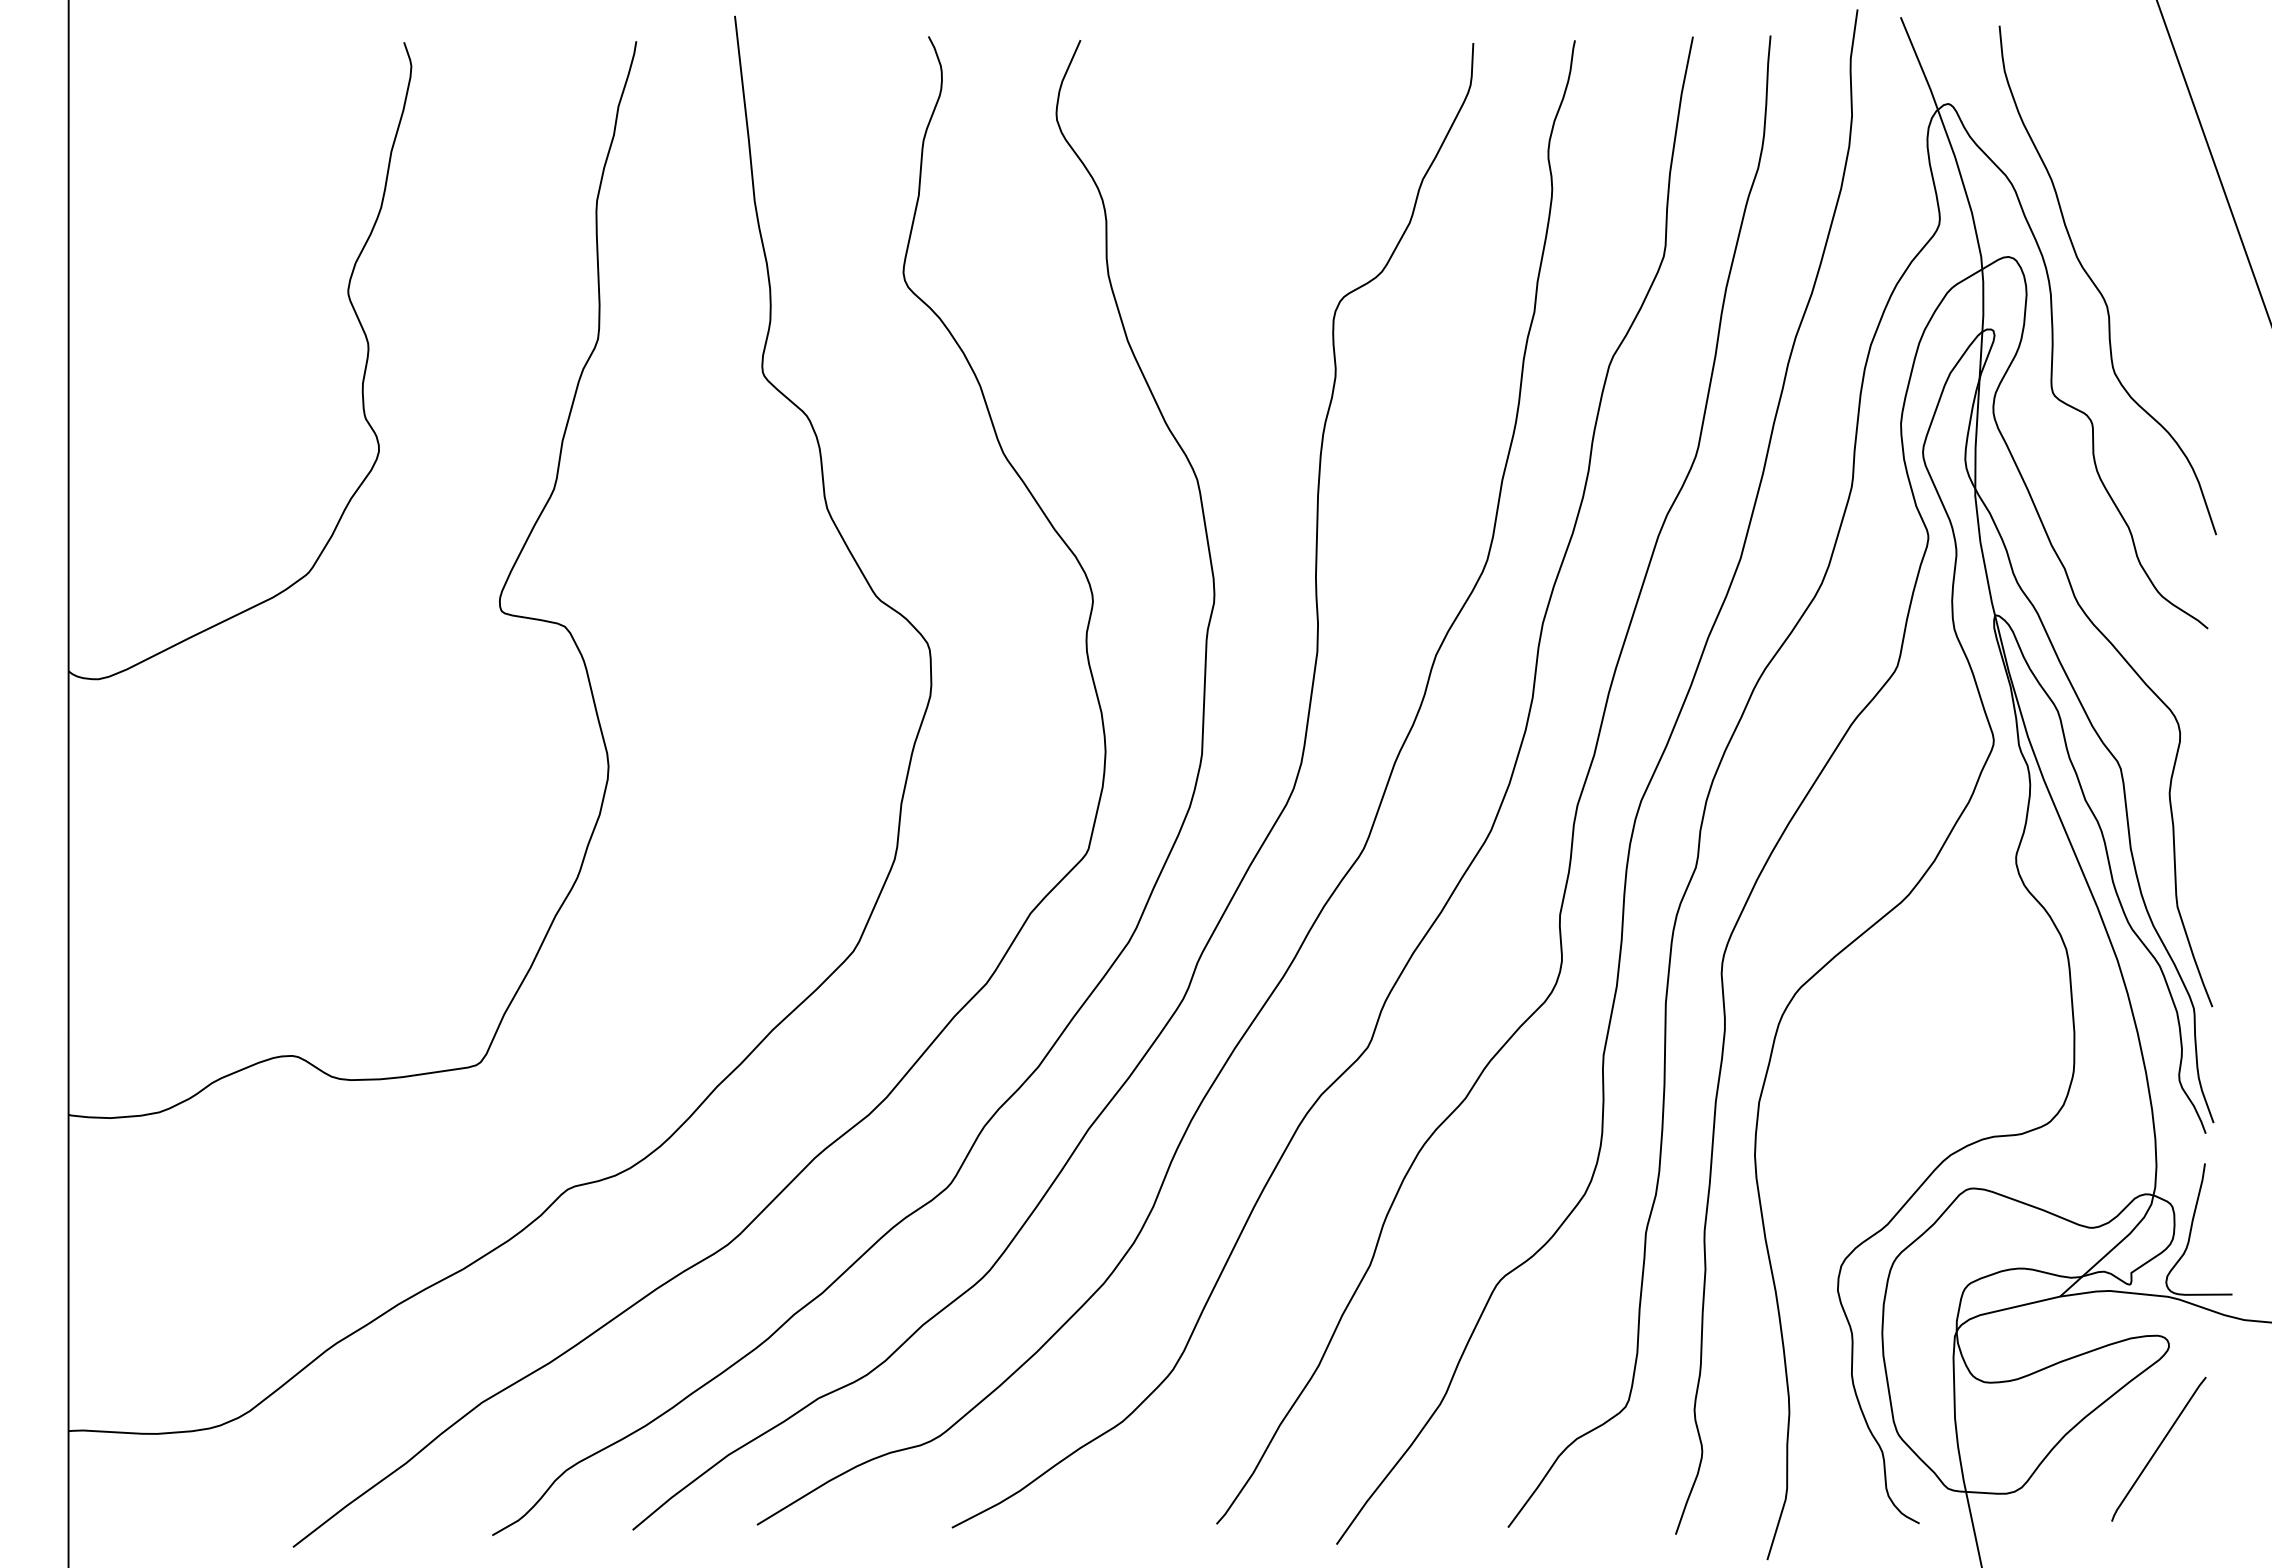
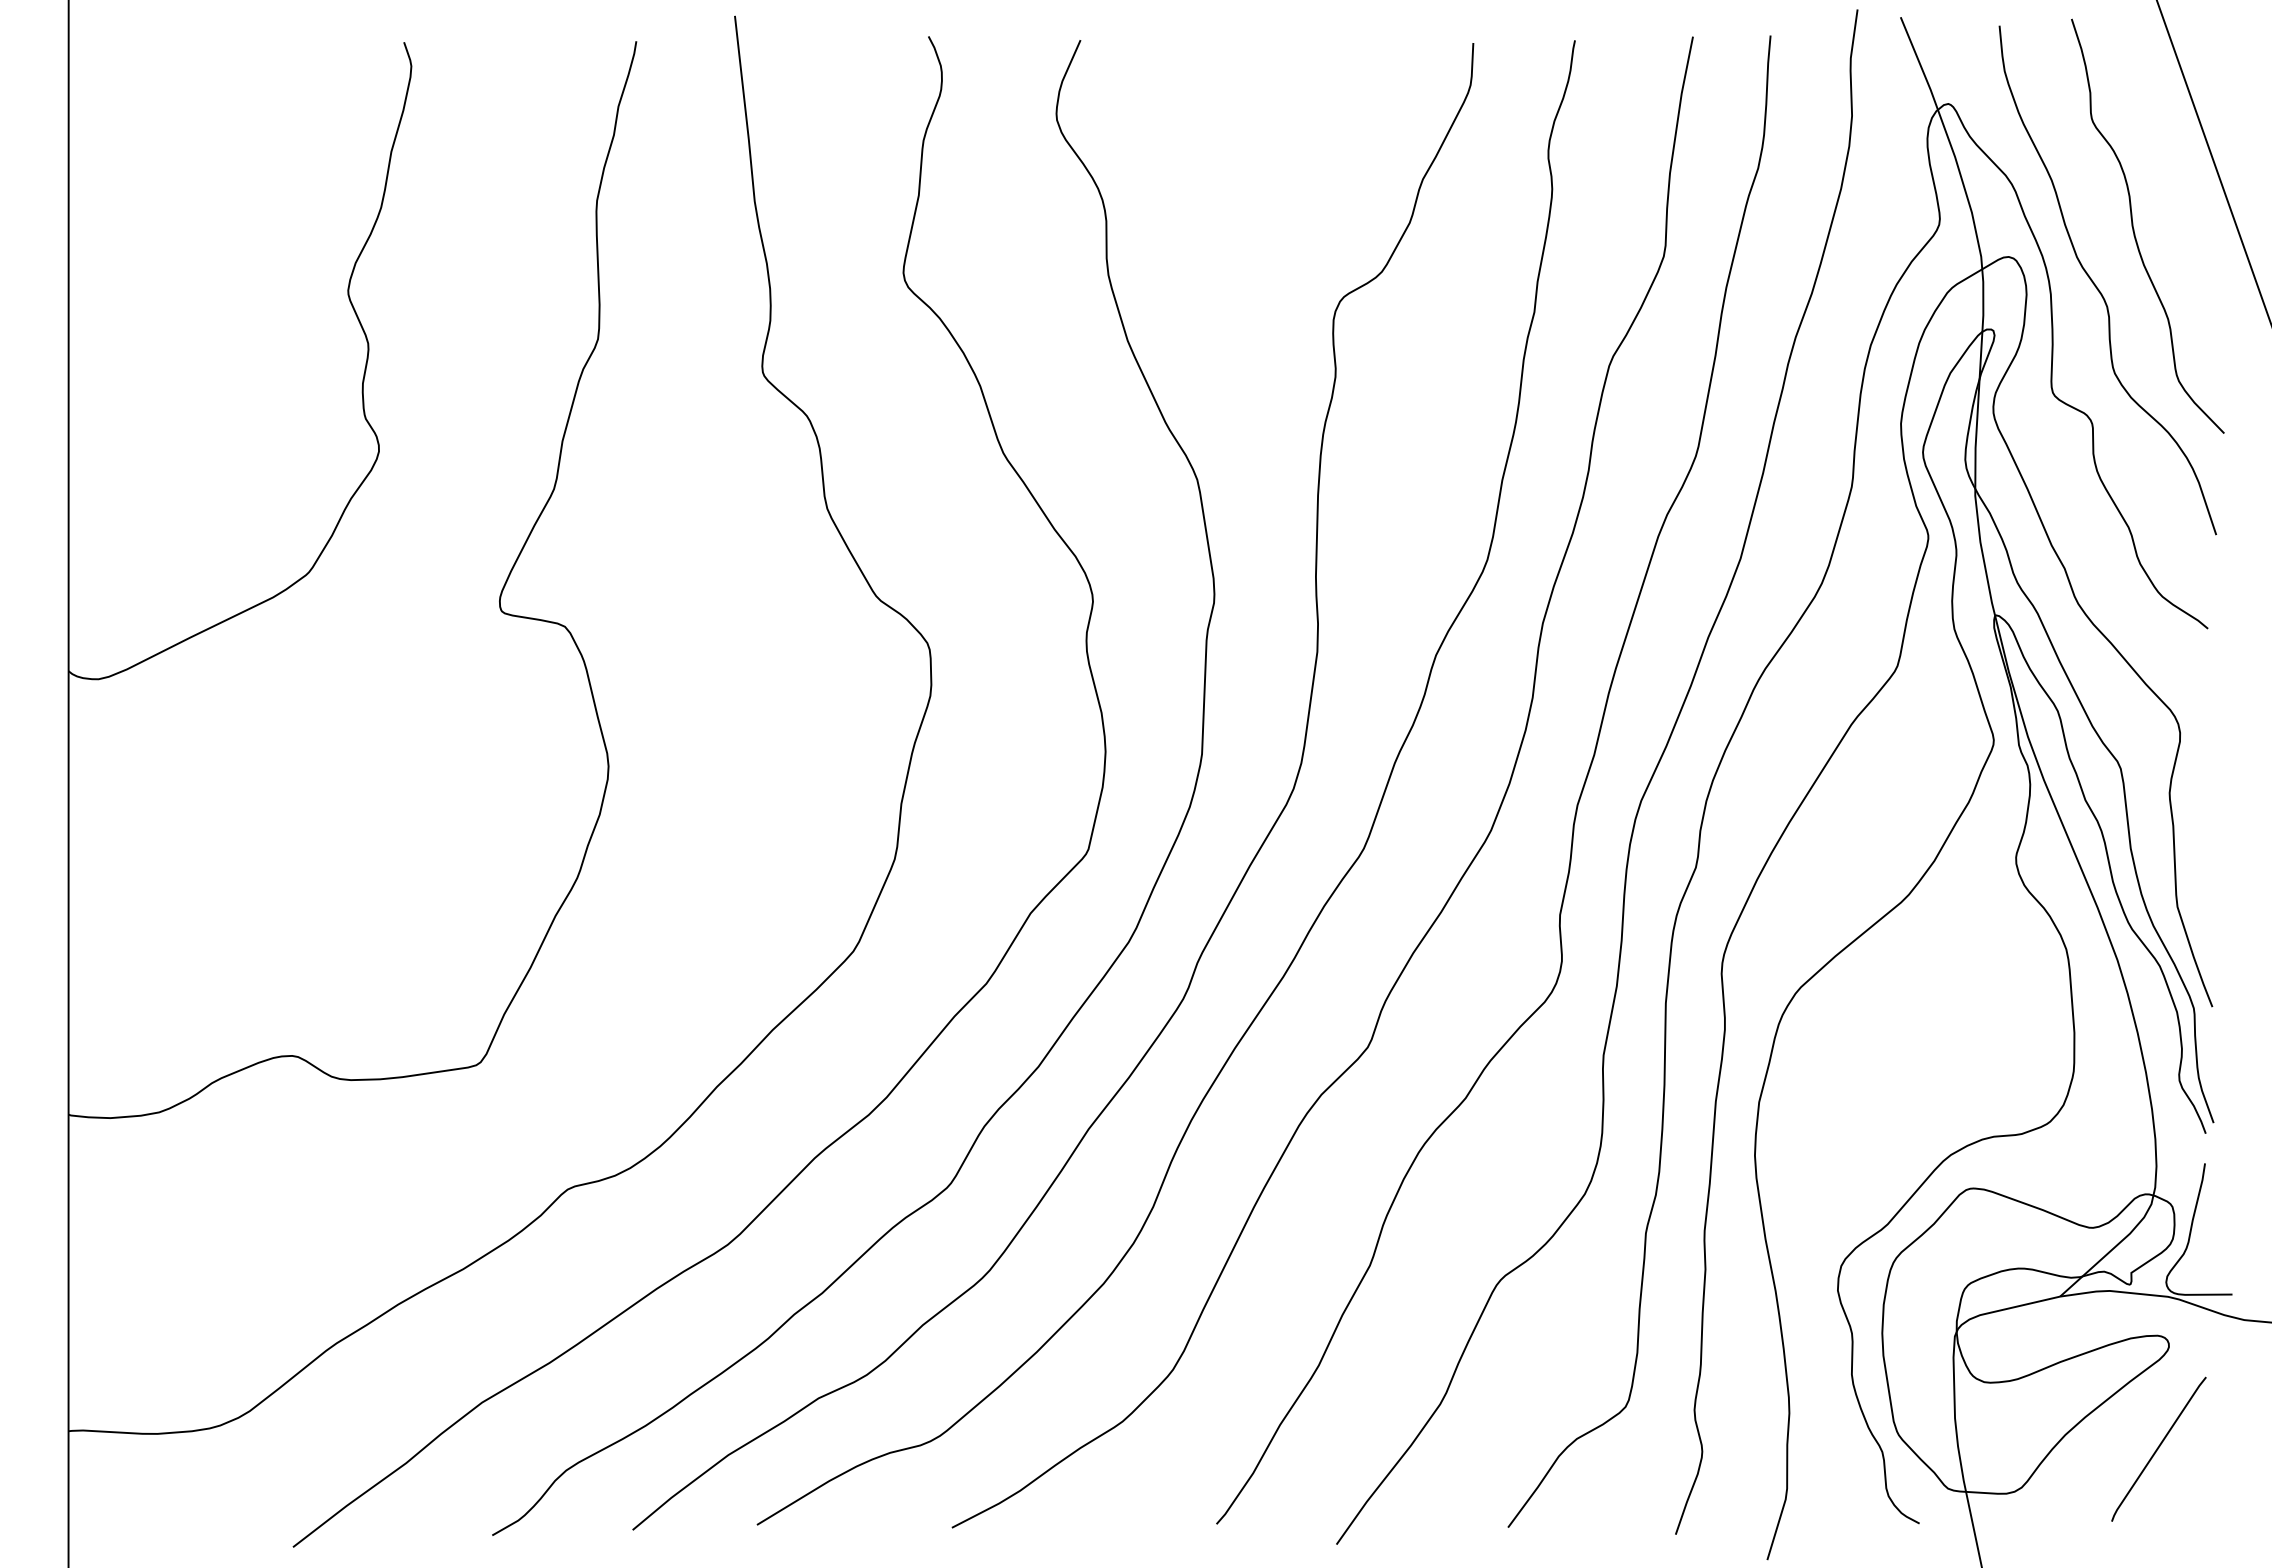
curve at (2134, 229): none -> present
